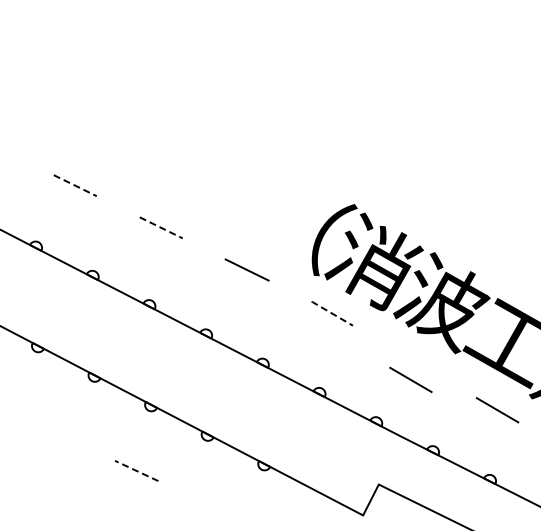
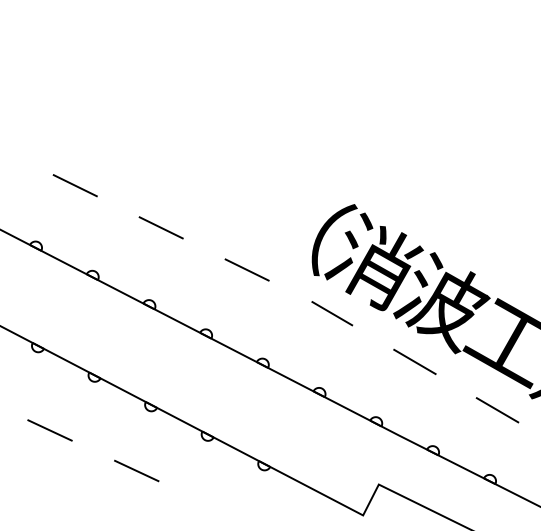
line at (75, 185): dashed -> solid
line at (161, 227): dashed -> solid
line at (332, 313): dashed -> solid
line at (410, 379) position: (410, 379) -> (414, 361)
line at (49, 430): none -> present
line at (136, 470): dashed -> solid
